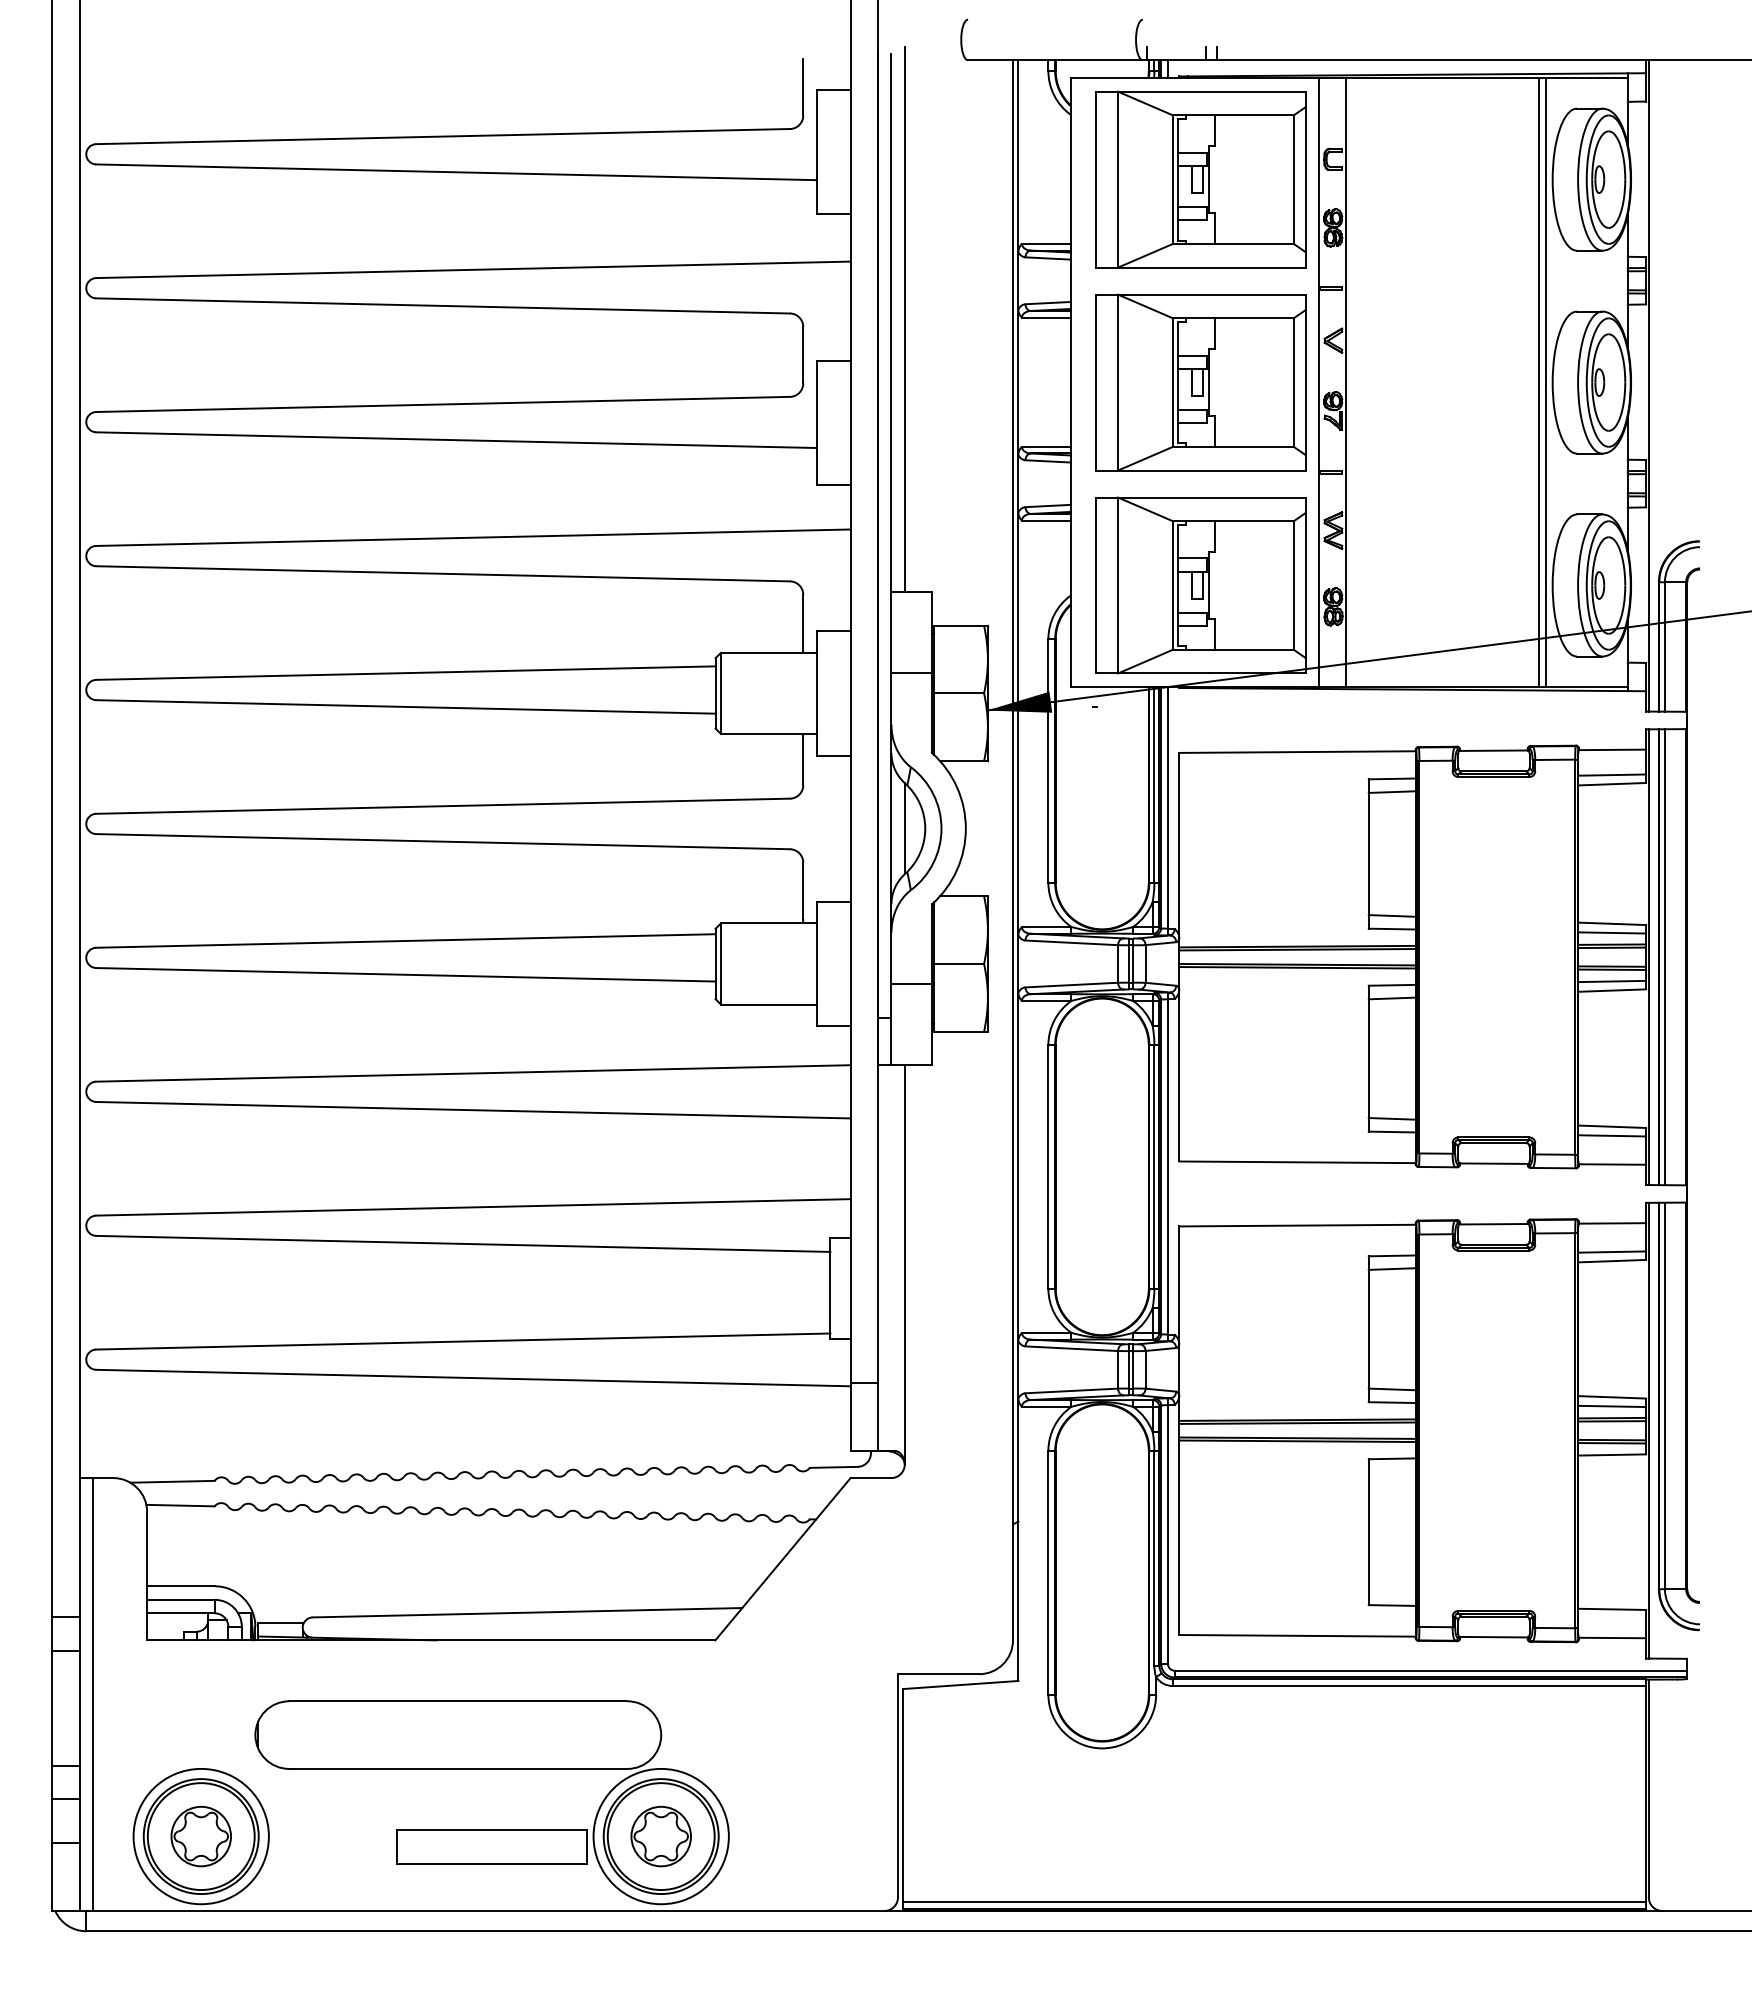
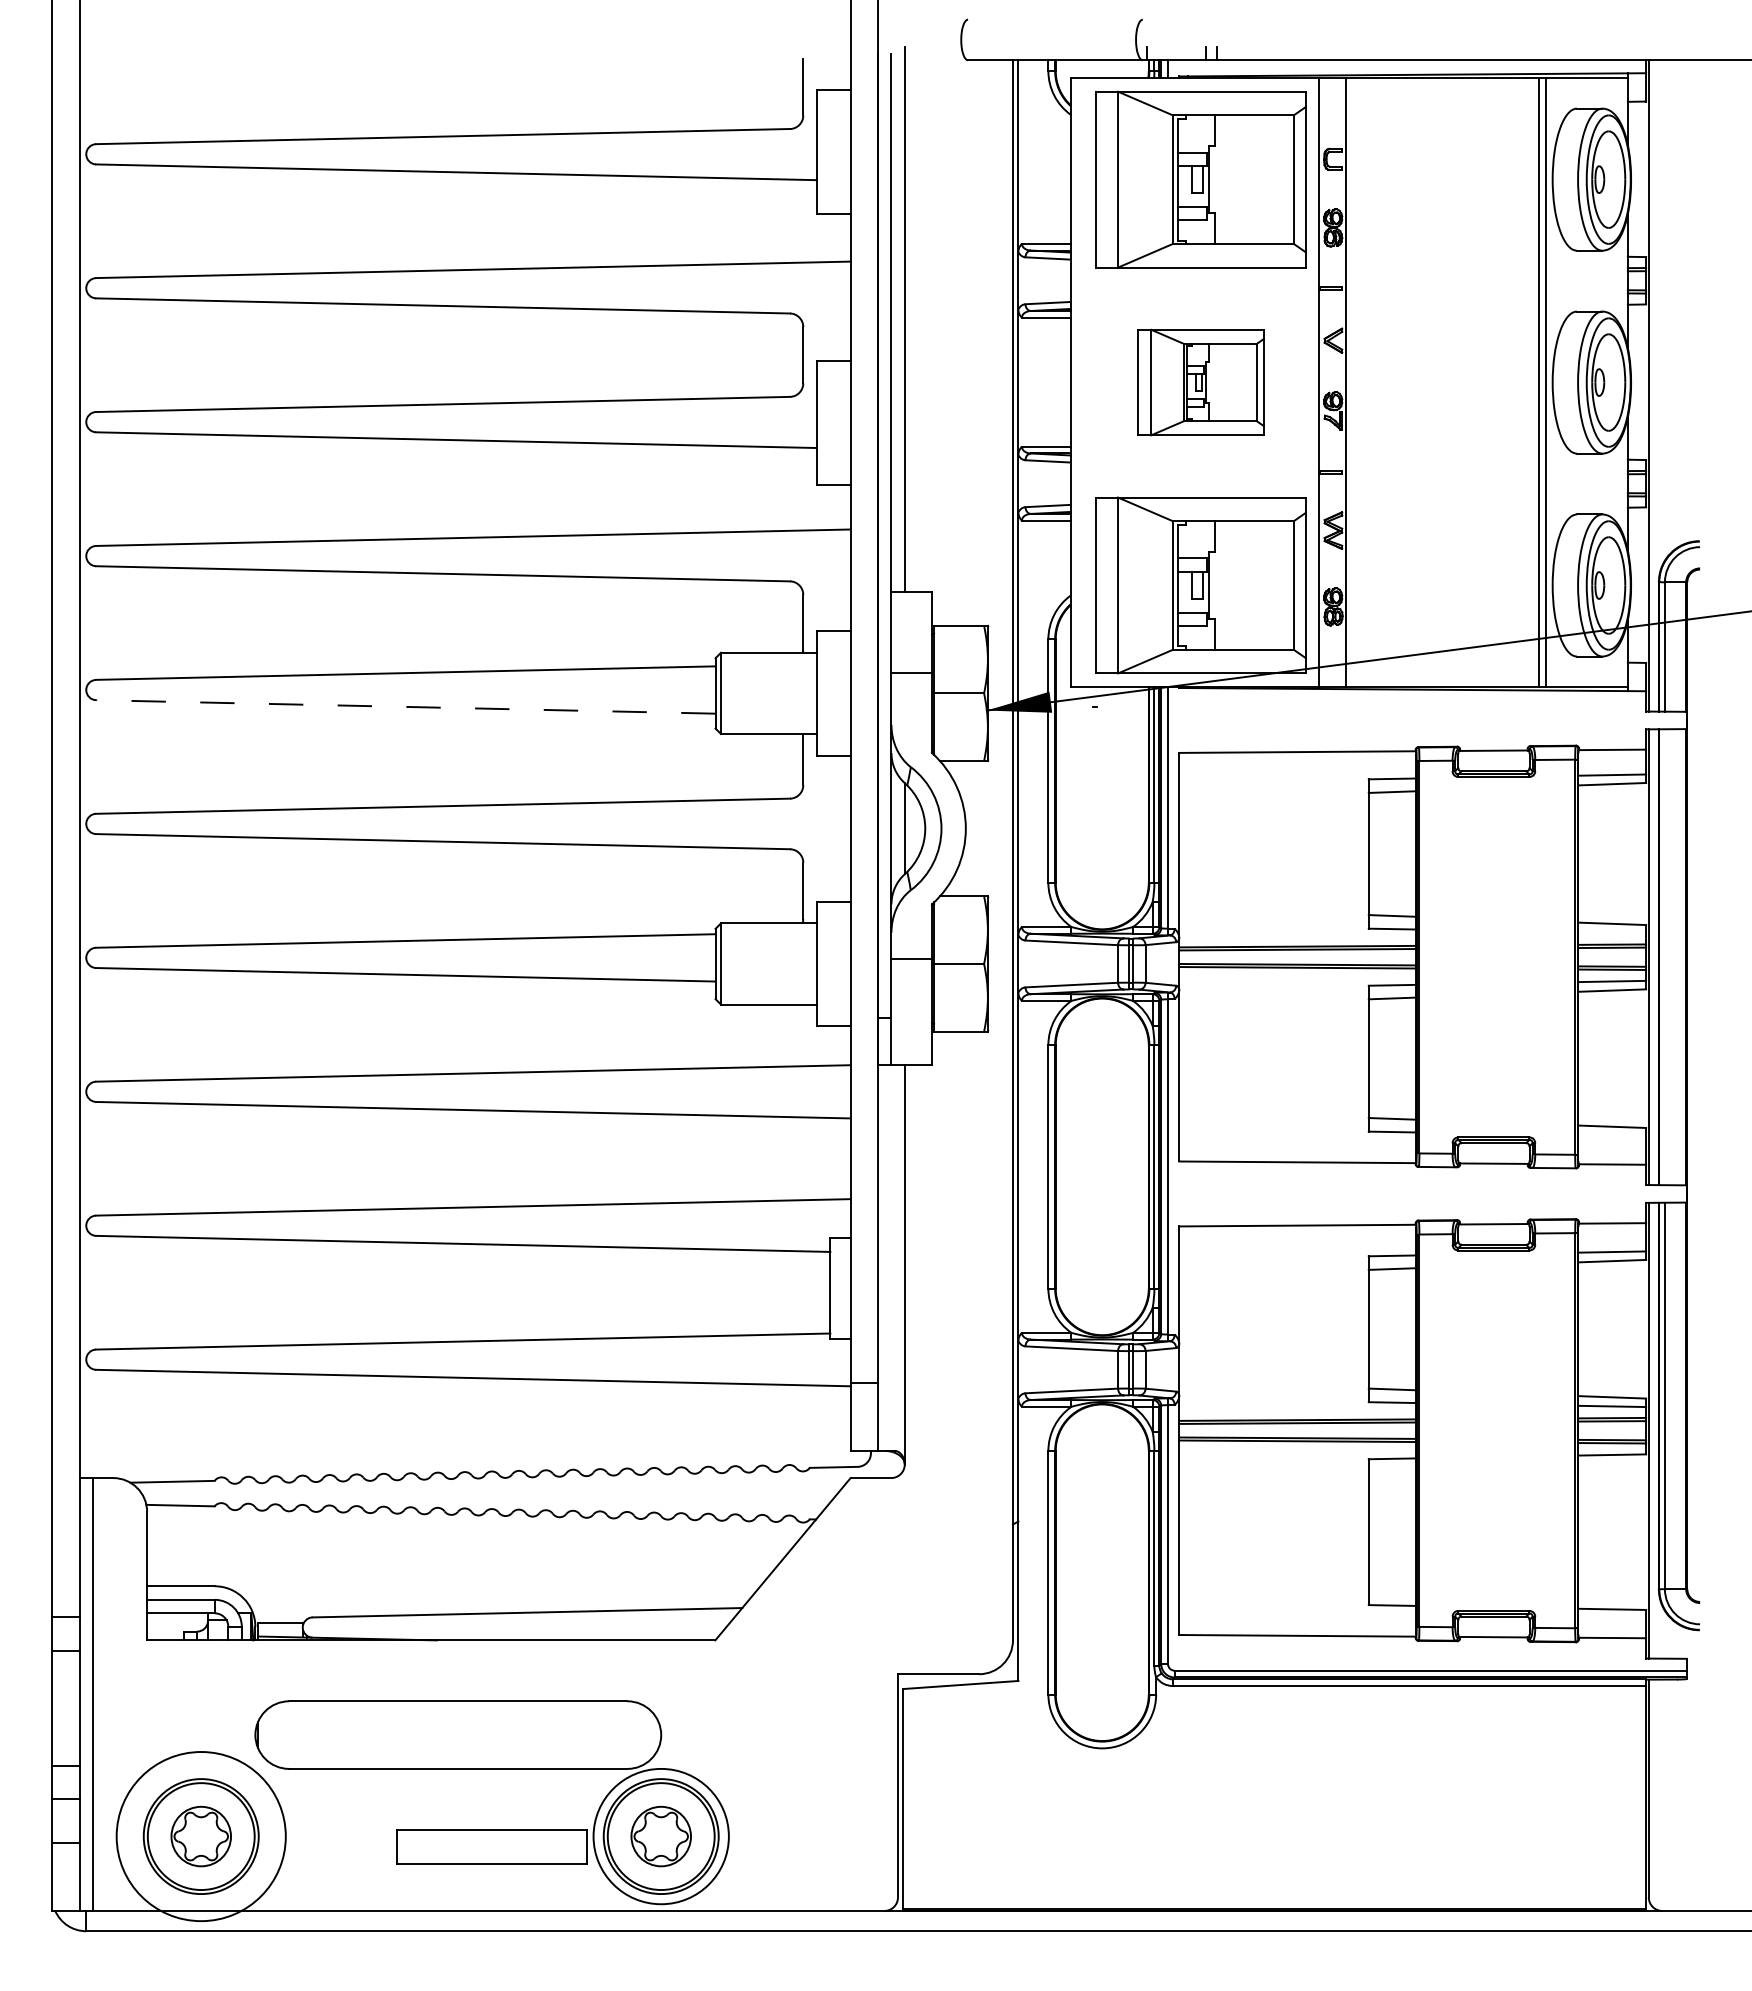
part at (1200, 382) size: 212x179 px -> 128x109 px
line at (405, 706): solid -> dashed
line at (1612, 932): present -> none
line at (1664, 957): present -> none
line at (911, 984) position: (911, 984) -> (911, 959)
line at (1612, 1135): present -> none
circle at (200, 1836) diameter: 135 px -> 169 px
line at (1274, 1902): present -> none
